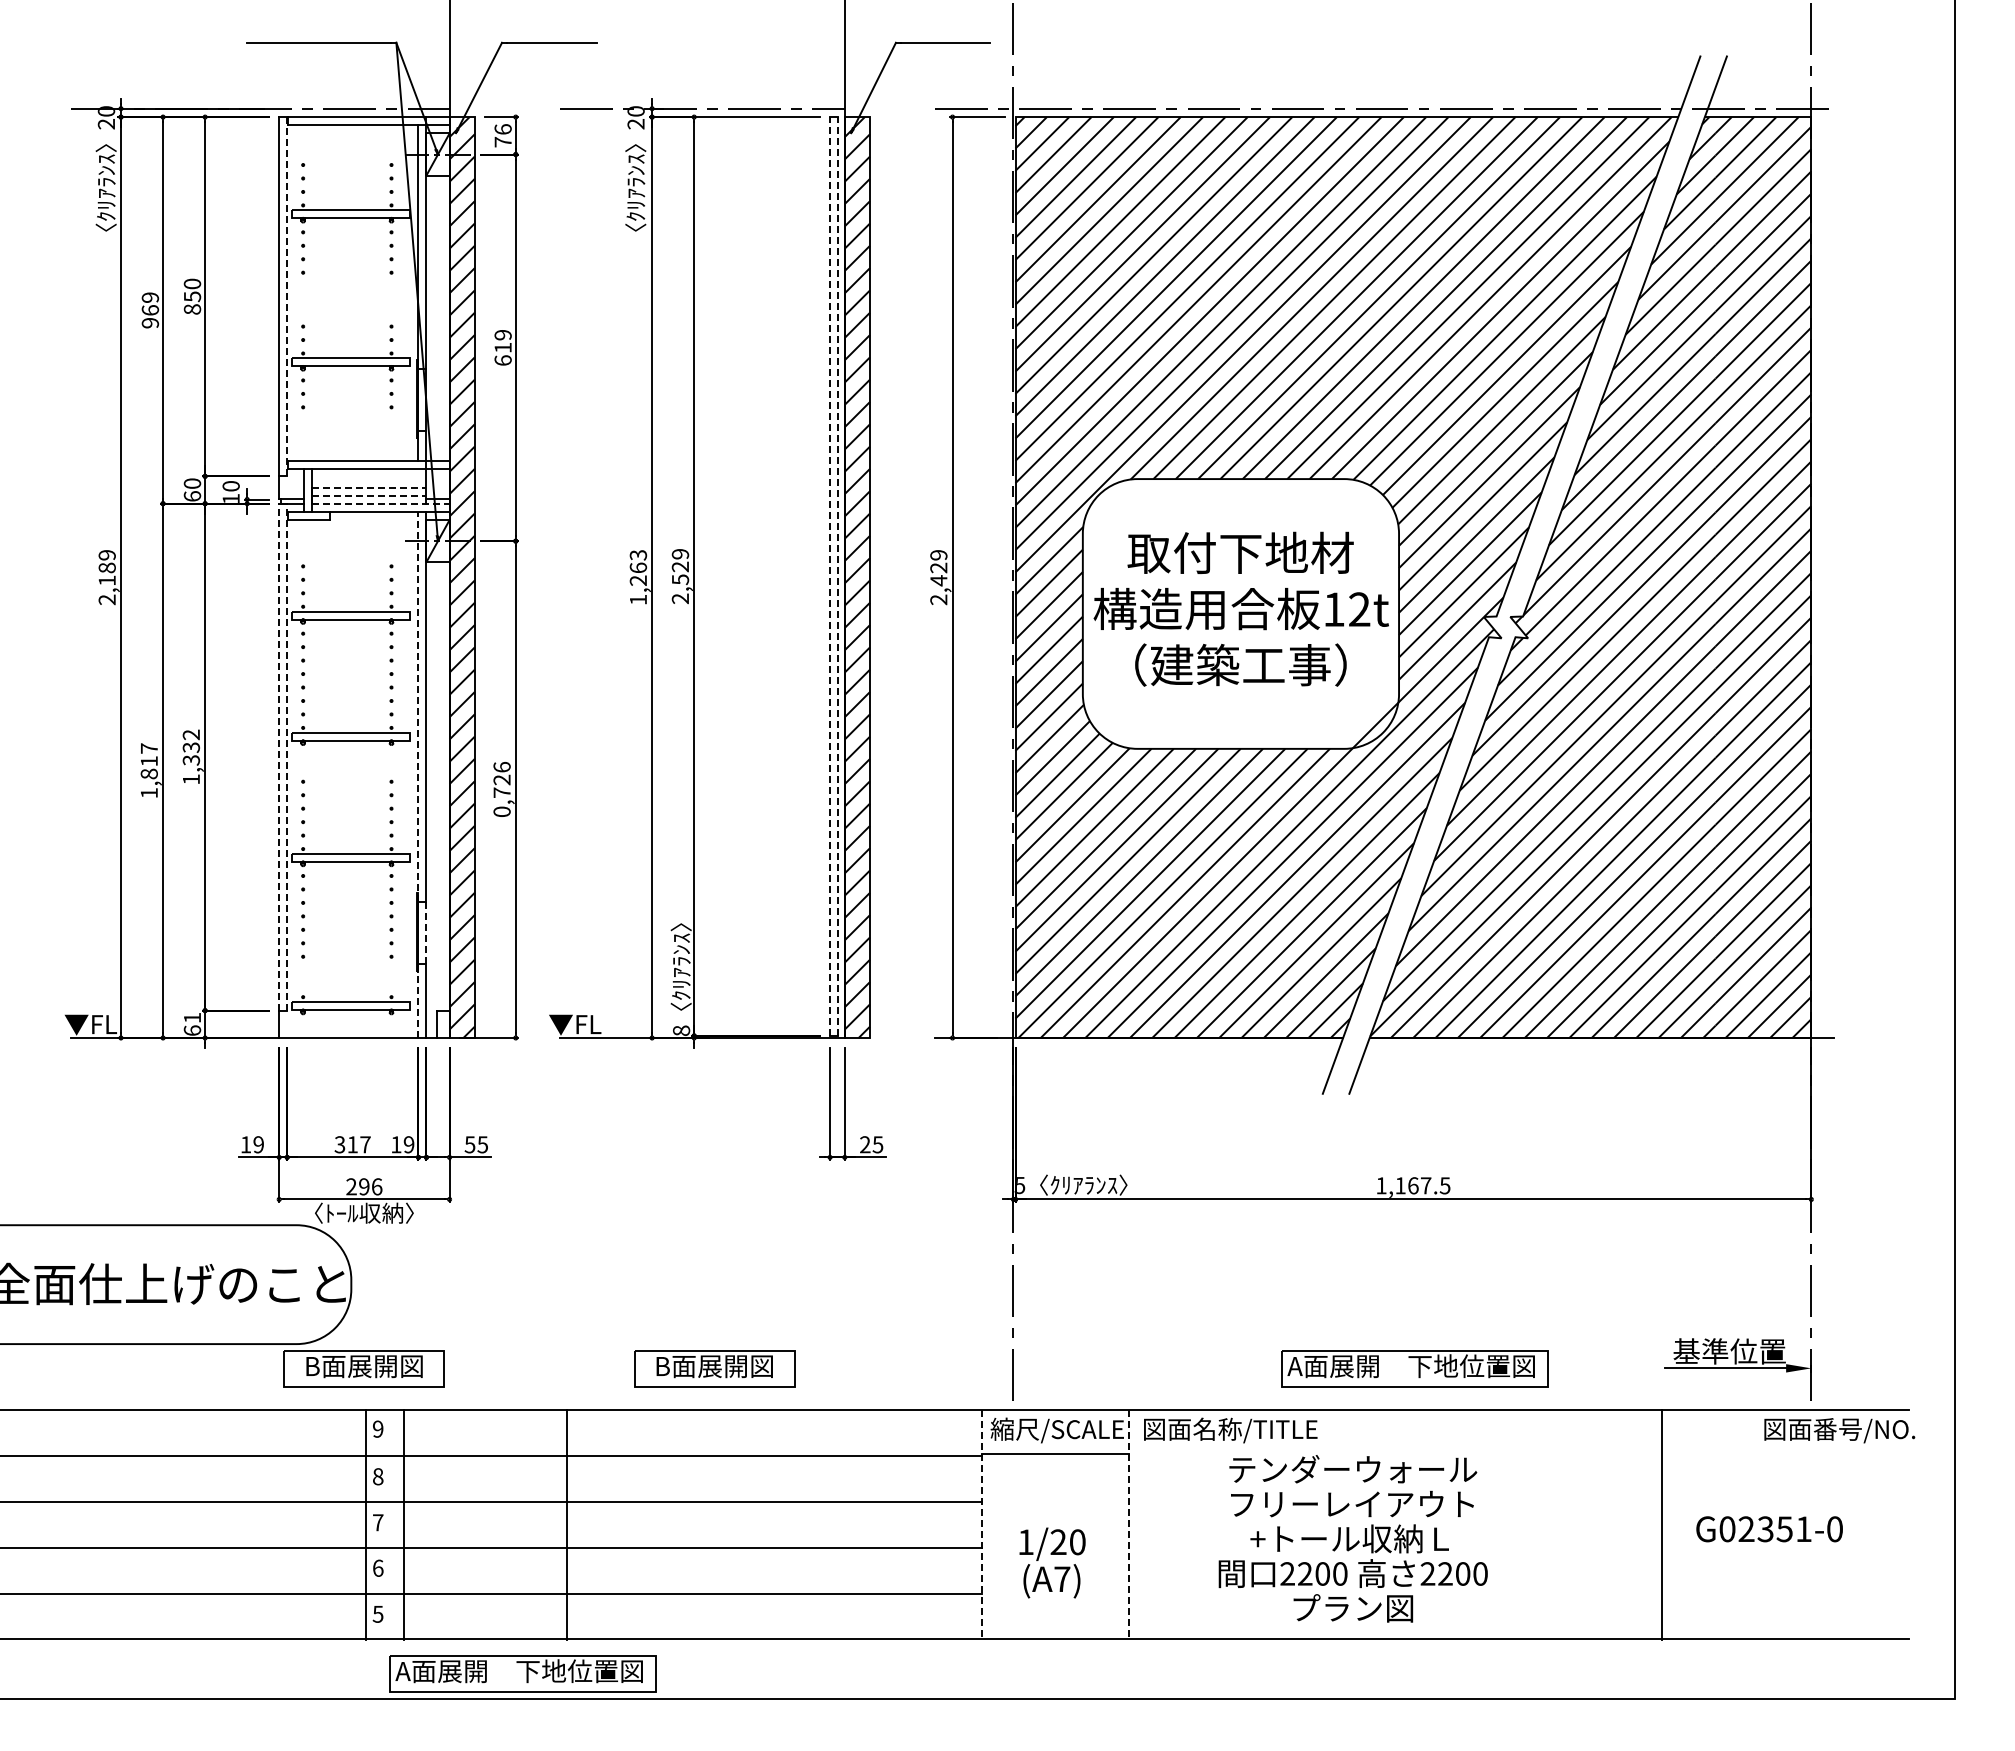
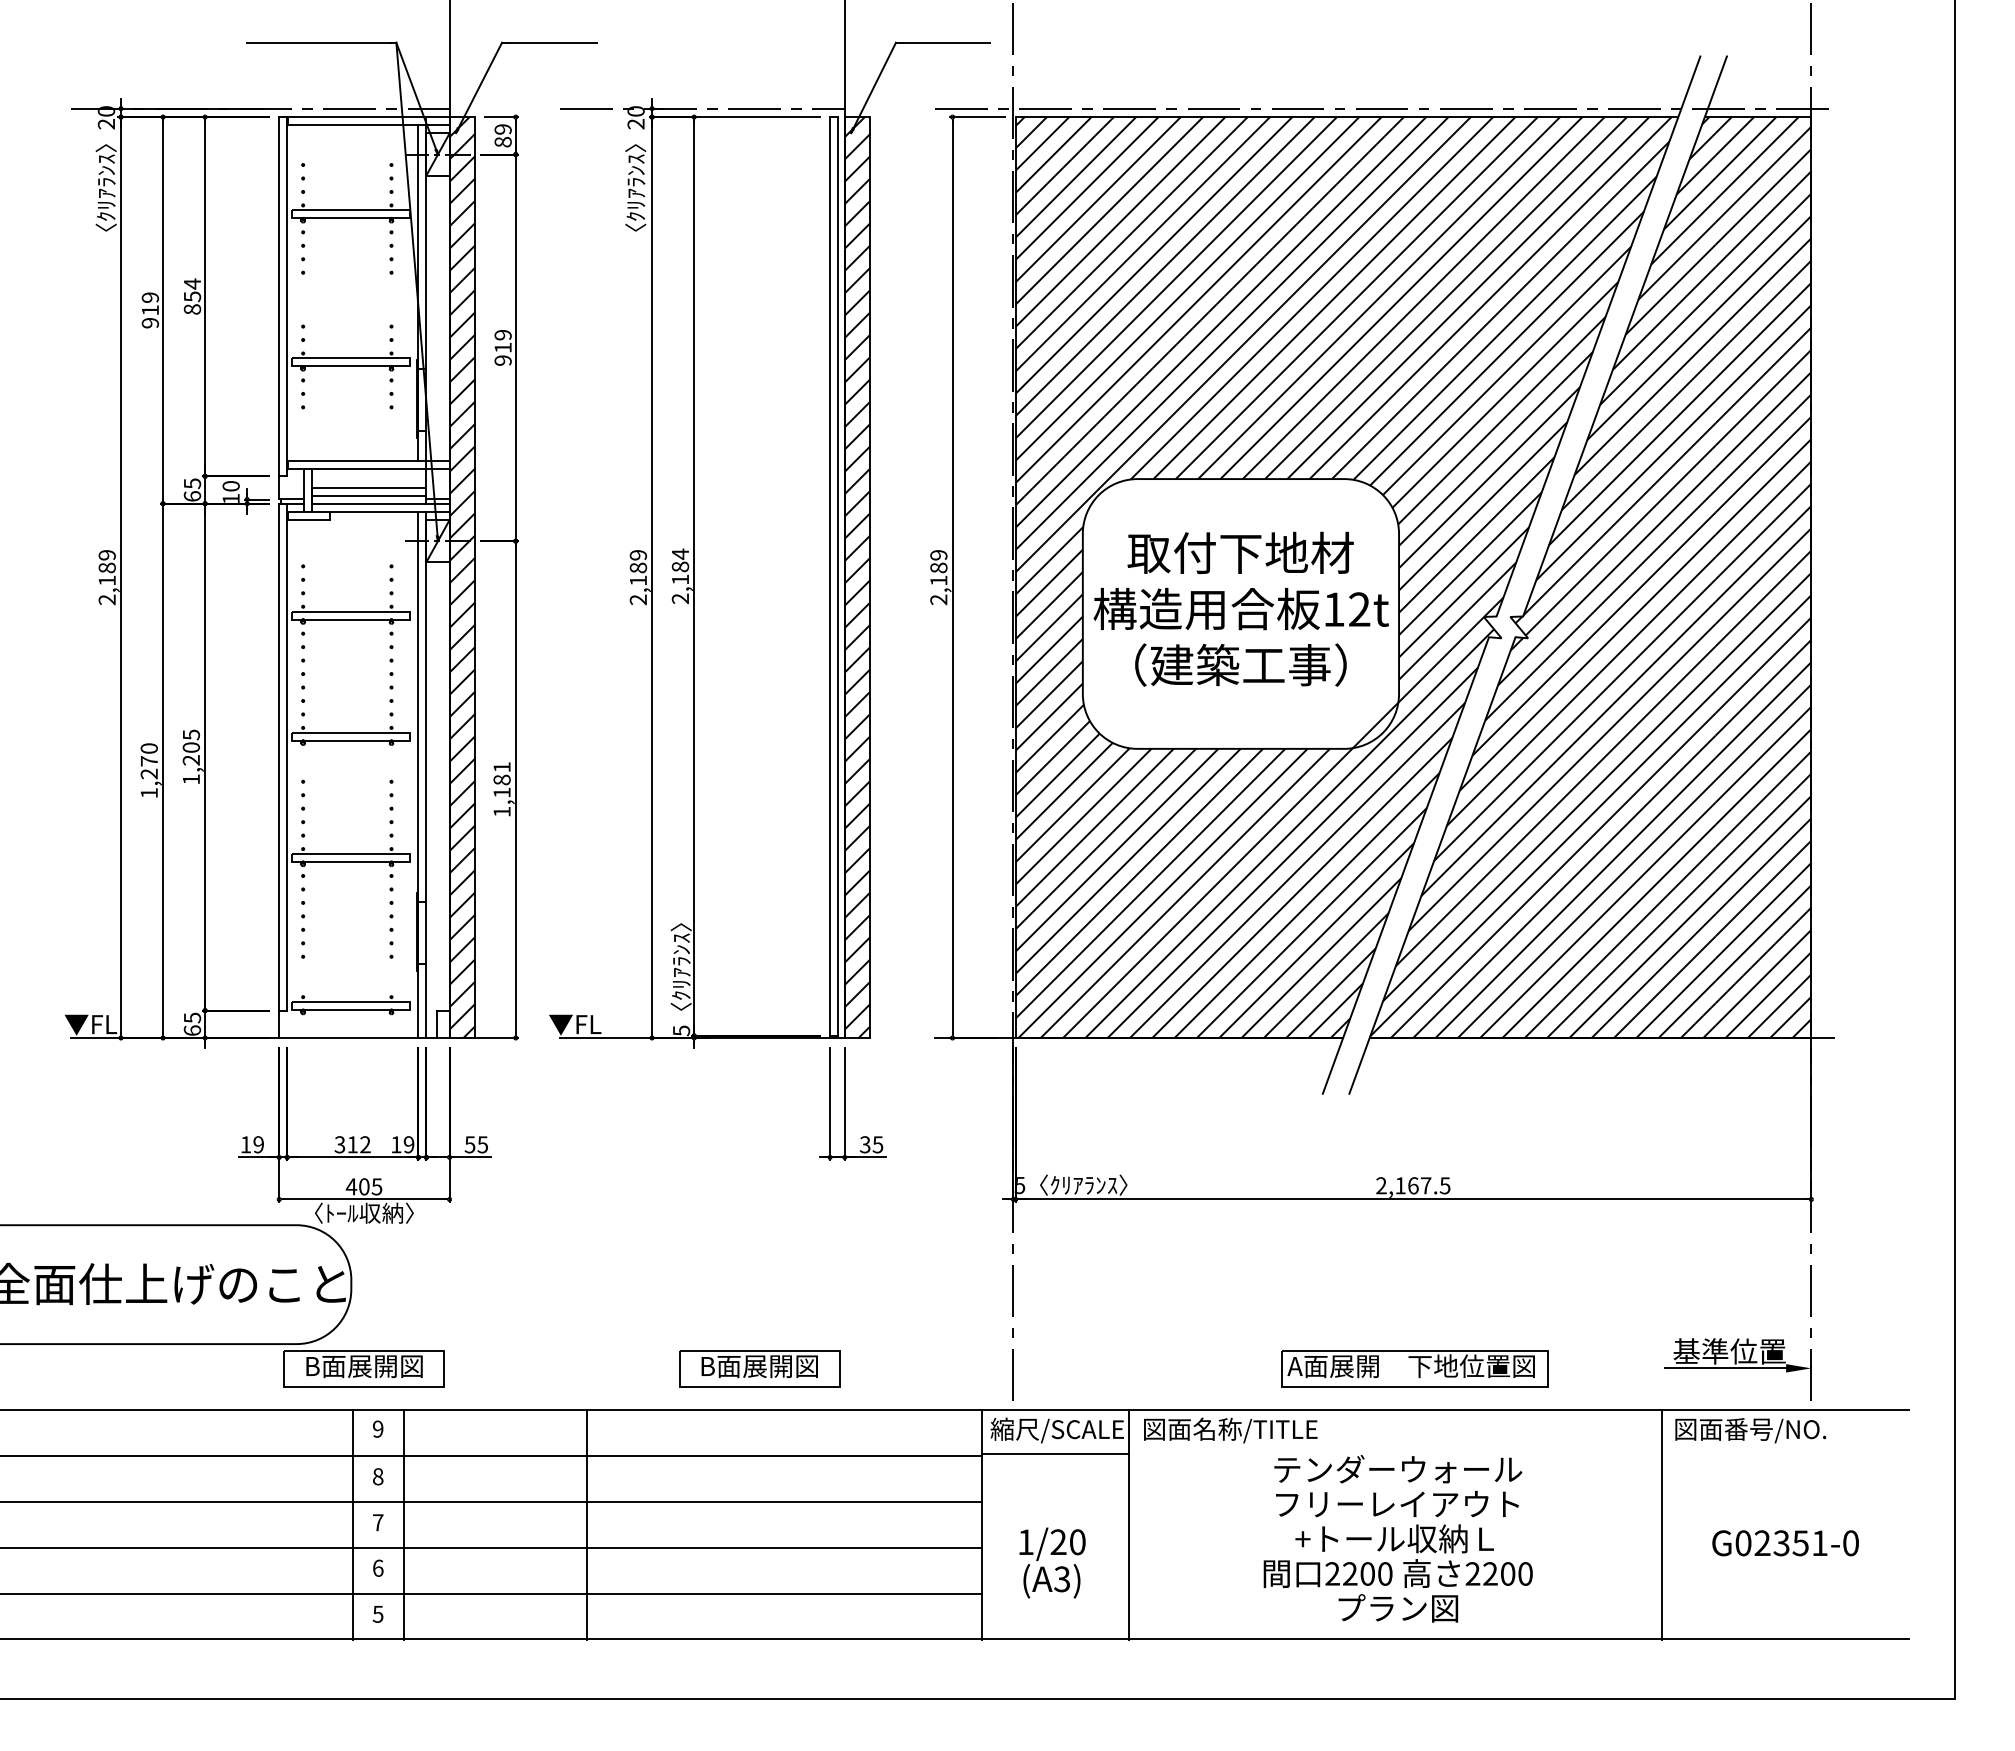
text at (502, 135): 76 -> 89
text at (192, 283): 850 -> 854
line at (287, 296): dashed -> solid
text at (150, 310): 969 -> 919
text at (502, 360): 619 -> 919
text at (192, 483): 60 -> 65
line at (369, 487): dashed -> solid
line at (369, 495): dashed -> solid
line at (381, 503): dashed -> solid
text at (680, 566): 2,529 -> 2,184
text at (938, 574): 2,429 -> 2,189
line at (830, 575): dashed -> solid
line at (838, 575): dashed -> solid
text at (637, 577): 1,263 -> 2,189
line at (418, 706): dashed -> solid
text at (191, 747): 1,332 -> 1,205
line at (279, 756): dashed -> solid
line at (287, 756): dashed -> solid
text at (148, 761): 1,817 -> 1,270
text at (501, 788): 0,726 -> 1,181
line at (426, 933): dashed -> solid
line at (418, 1000): dashed -> solid
text at (192, 1017): 61 -> 65
text at (681, 1030): 8 -> 5
text at (365, 1144): 317 -> 312
text at (865, 1144): 25 -> 35
text at (1381, 1185): 1,167.5 -> 2,167.5
text at (363, 1186): 296 -> 405
part at (714, 1368) position: (714, 1368) -> (759, 1368)
text at (1839, 1430) position: (1839, 1430) -> (1750, 1430)
line at (365, 1524) position: (365, 1524) -> (352, 1524)
line at (567, 1524) position: (567, 1524) -> (587, 1524)
line at (981, 1524): dashed -> solid
line at (1128, 1524): dashed -> solid
text at (1769, 1529) position: (1769, 1529) -> (1785, 1543)
text at (1352, 1538) position: (1352, 1538) -> (1397, 1538)
text at (1062, 1579): (A7) -> (A3)
part at (522, 1673): present -> none
